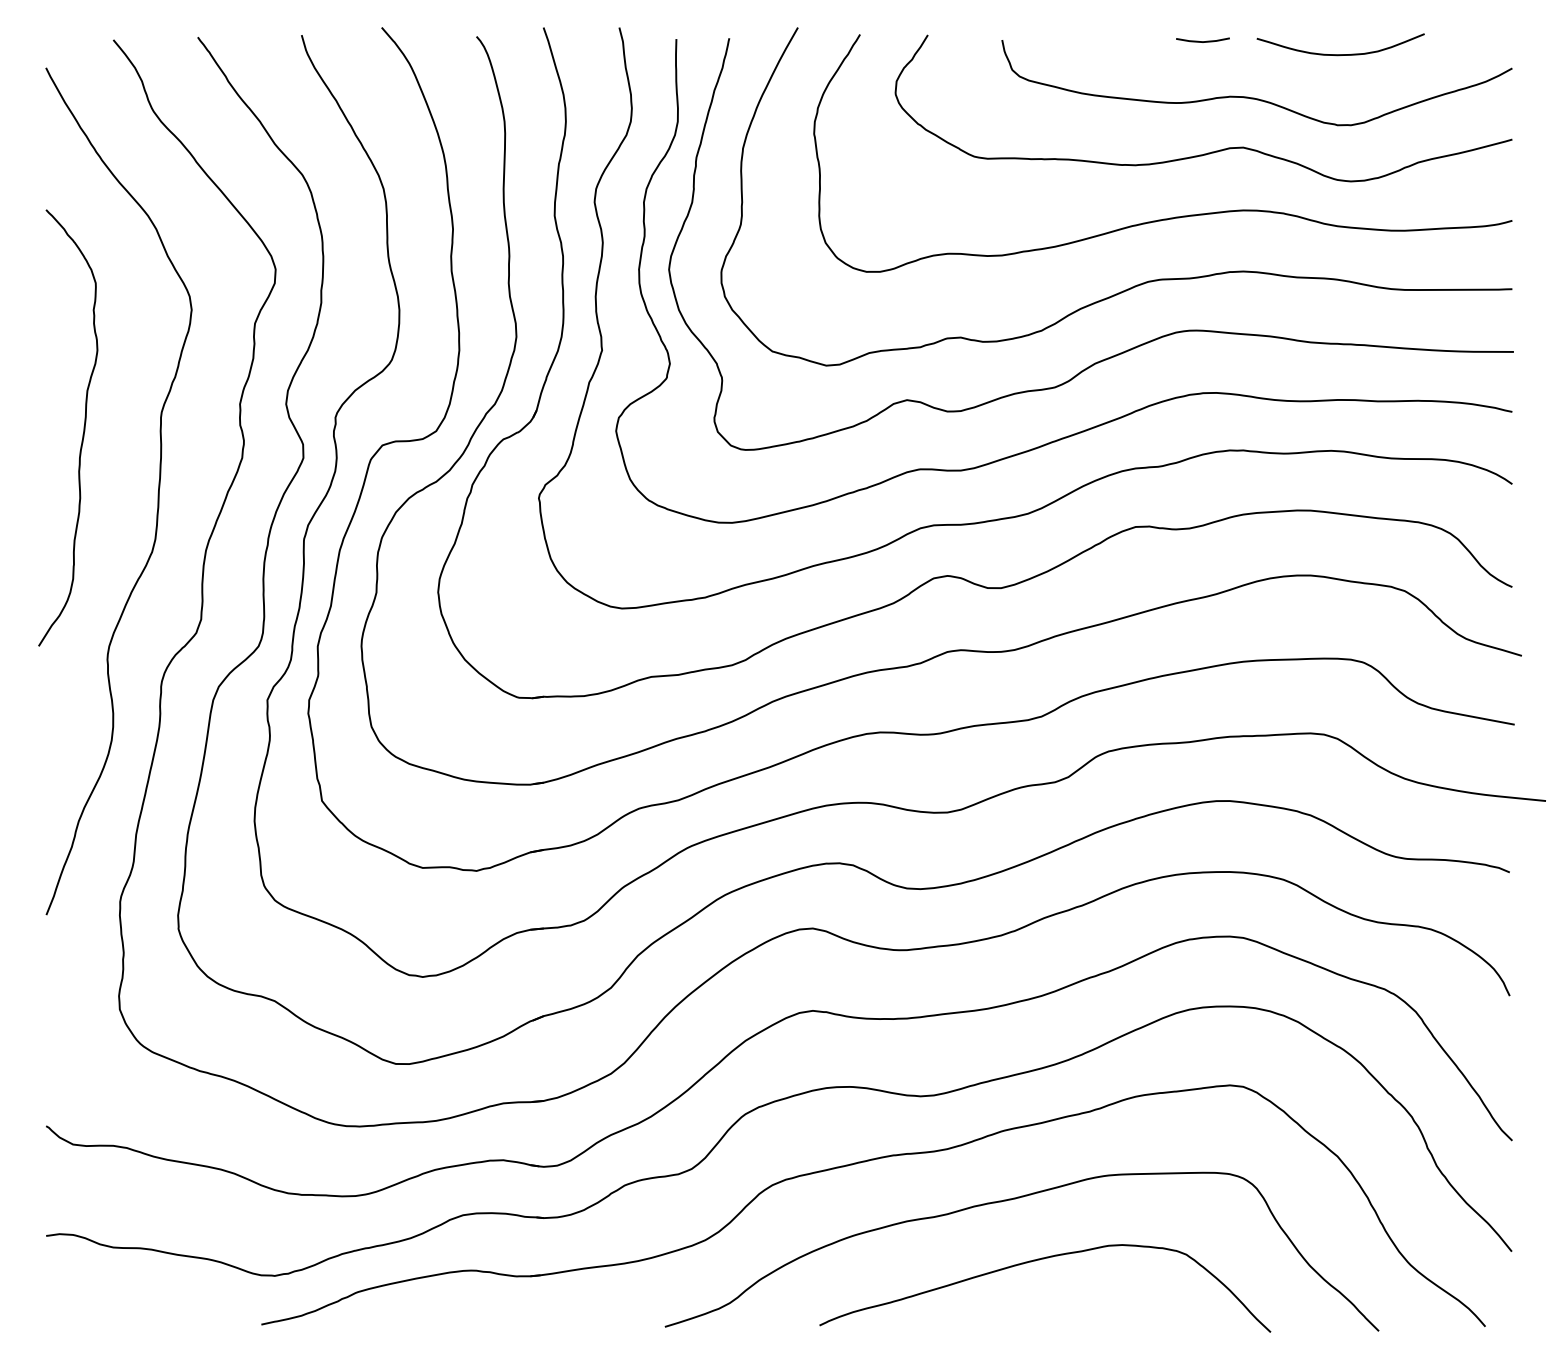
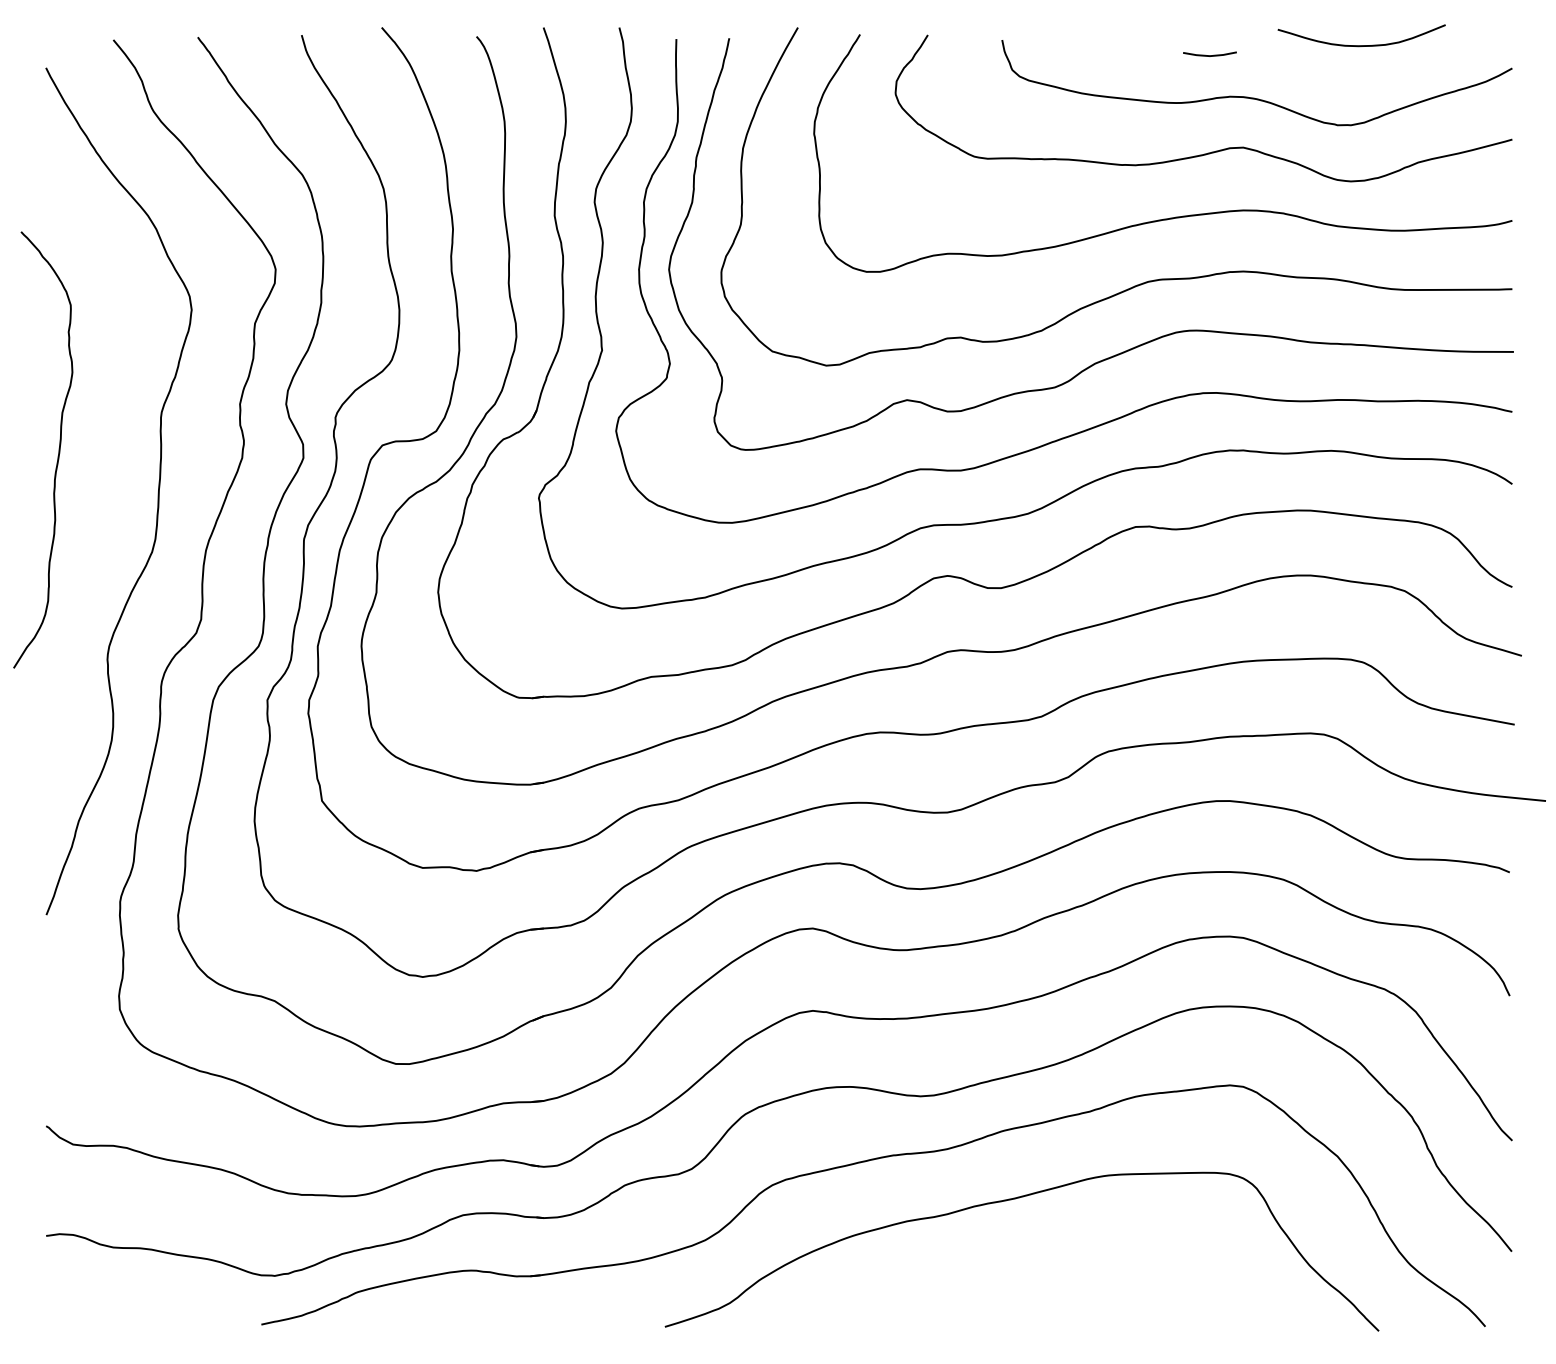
line at (1202, 41) position: (1202, 41) -> (1209, 55)
curve at (1340, 54) position: (1340, 54) -> (1361, 45)
curve at (83, 427) position: (83, 427) -> (58, 449)
curve at (1039, 1260): present -> none
